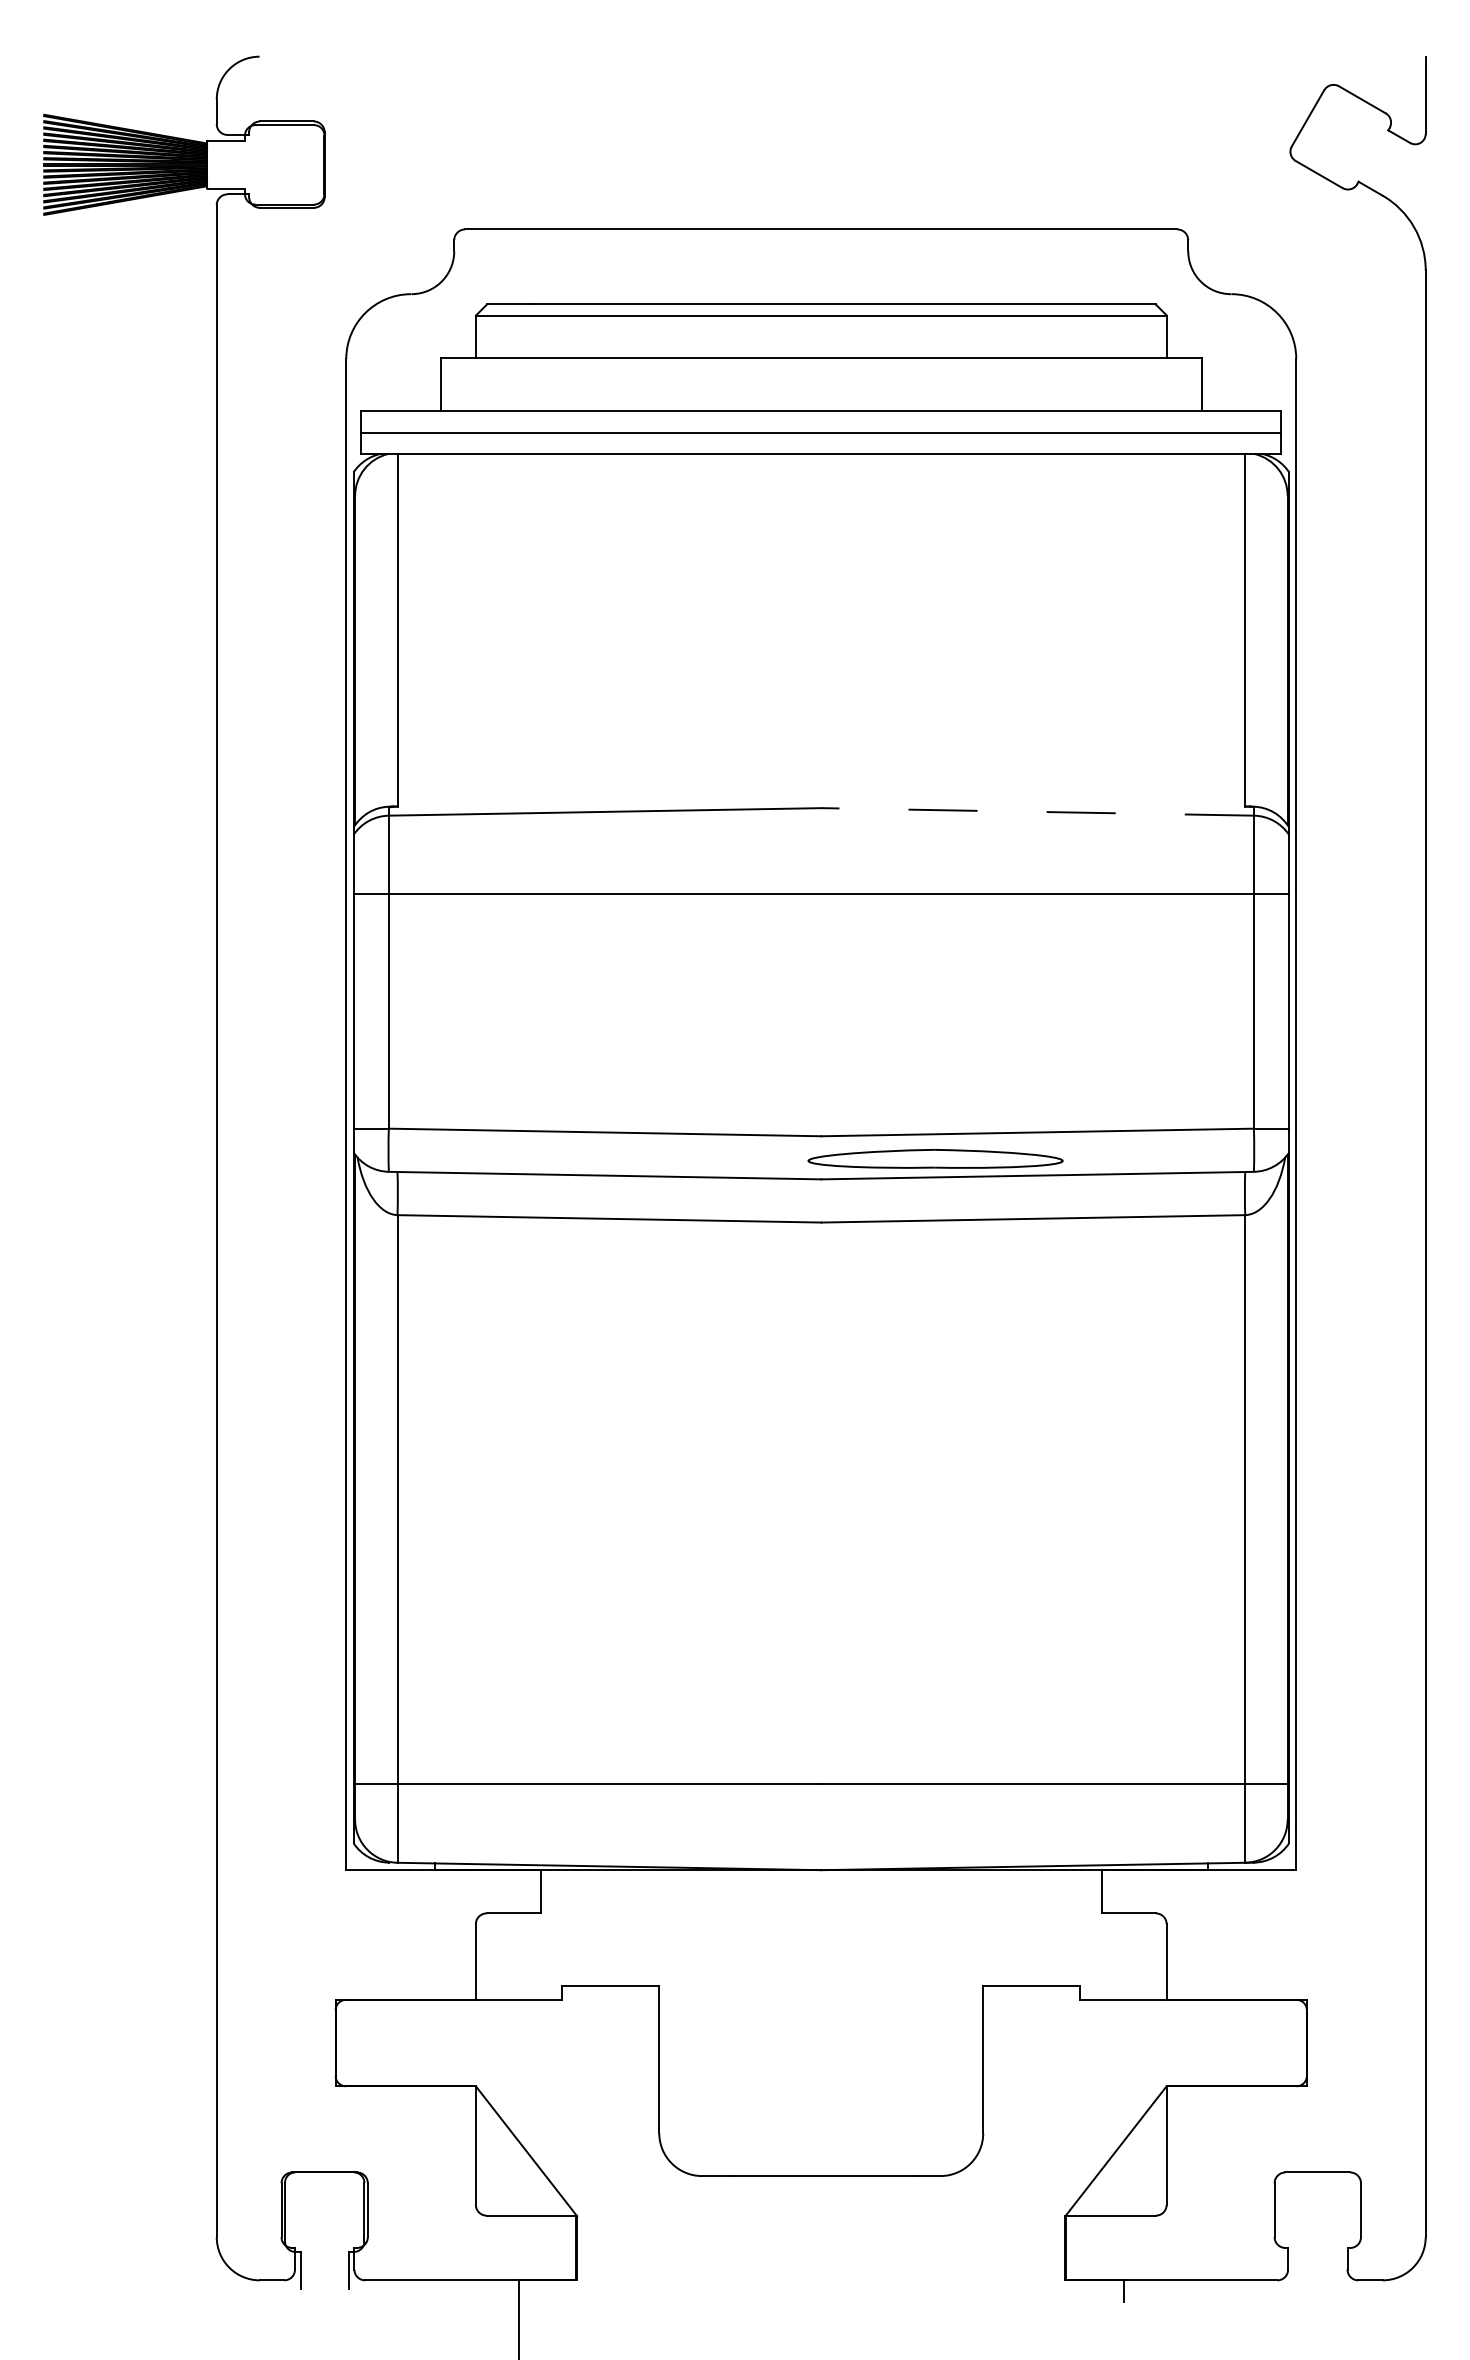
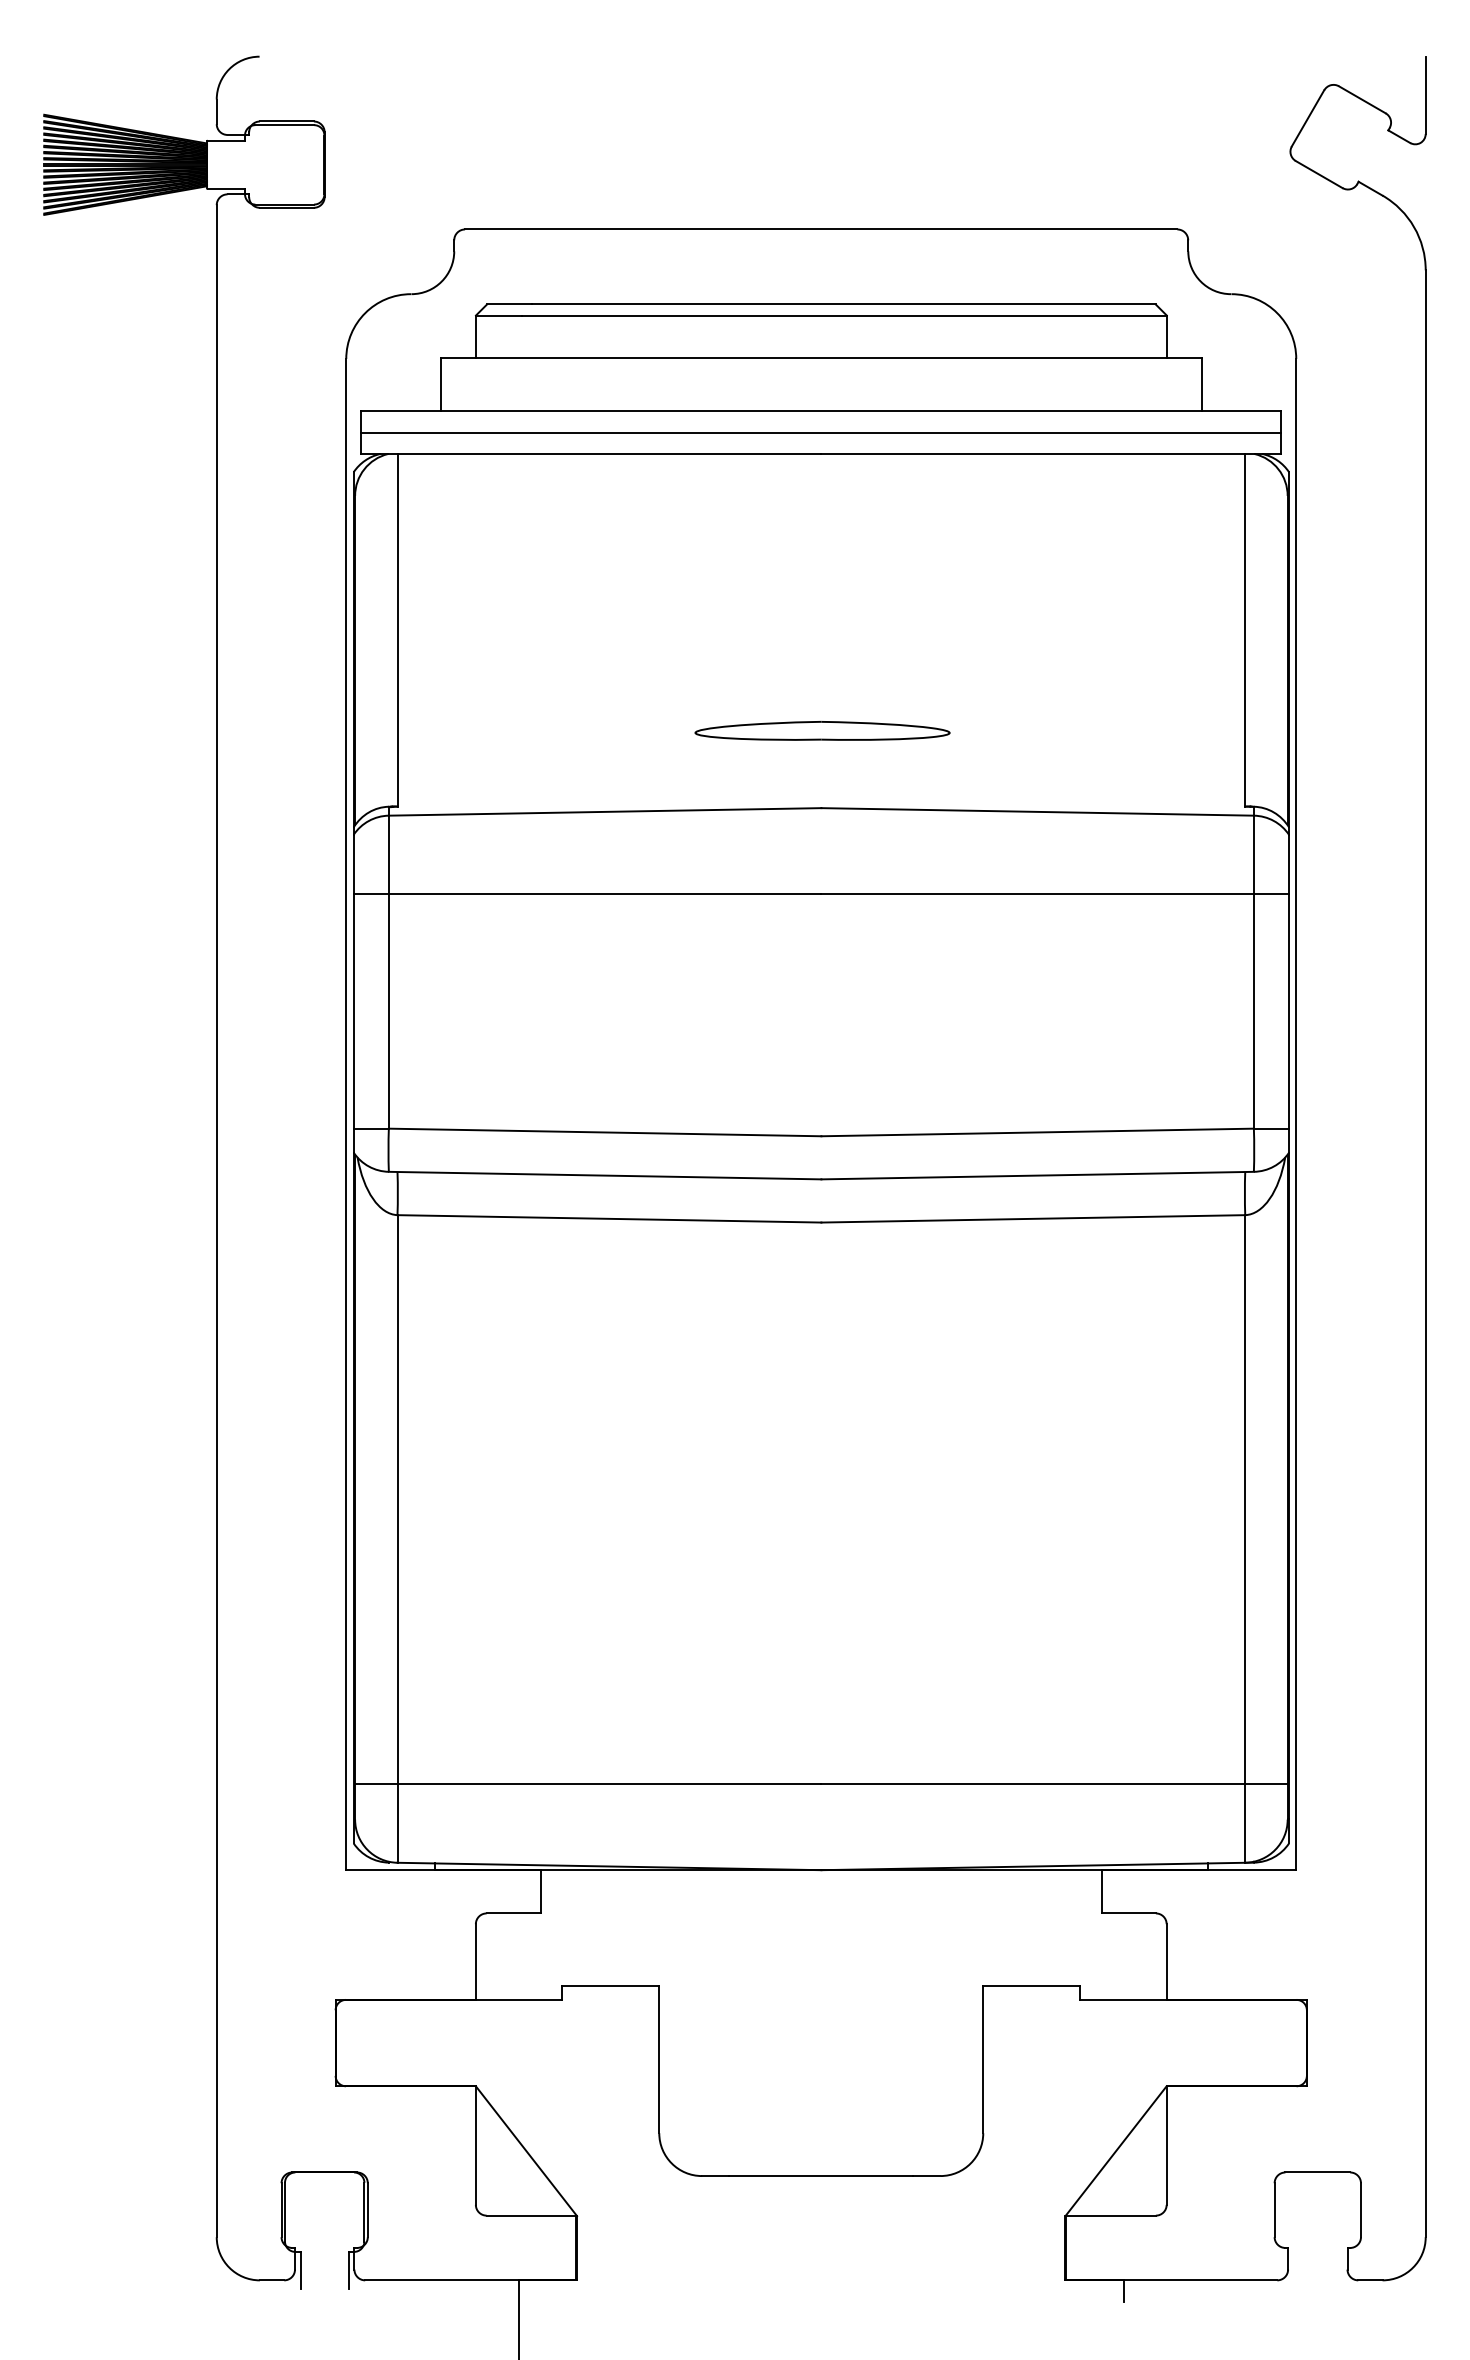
line at (1037, 811): dashed -> solid
part at (935, 1158) position: (935, 1158) -> (822, 730)
